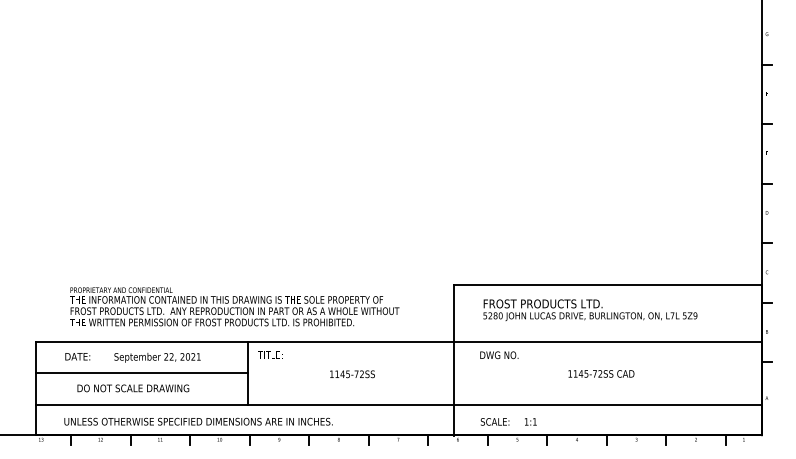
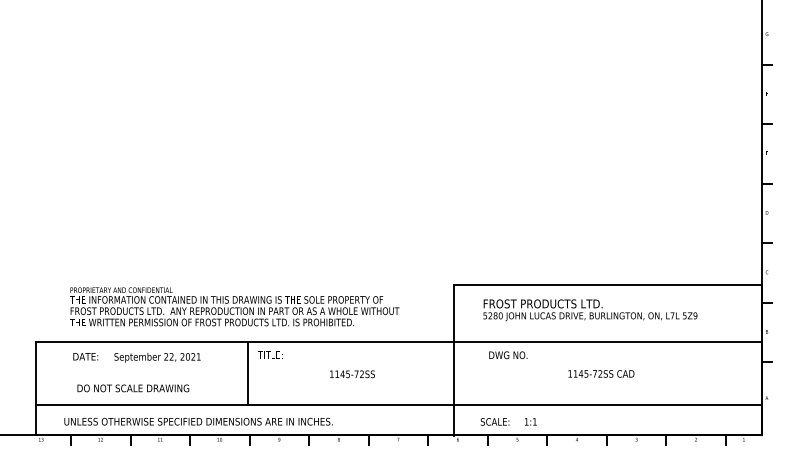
text at (499, 355) position: (499, 355) -> (508, 355)
text at (77, 356) position: (77, 356) -> (85, 356)
line at (142, 373): present -> none
